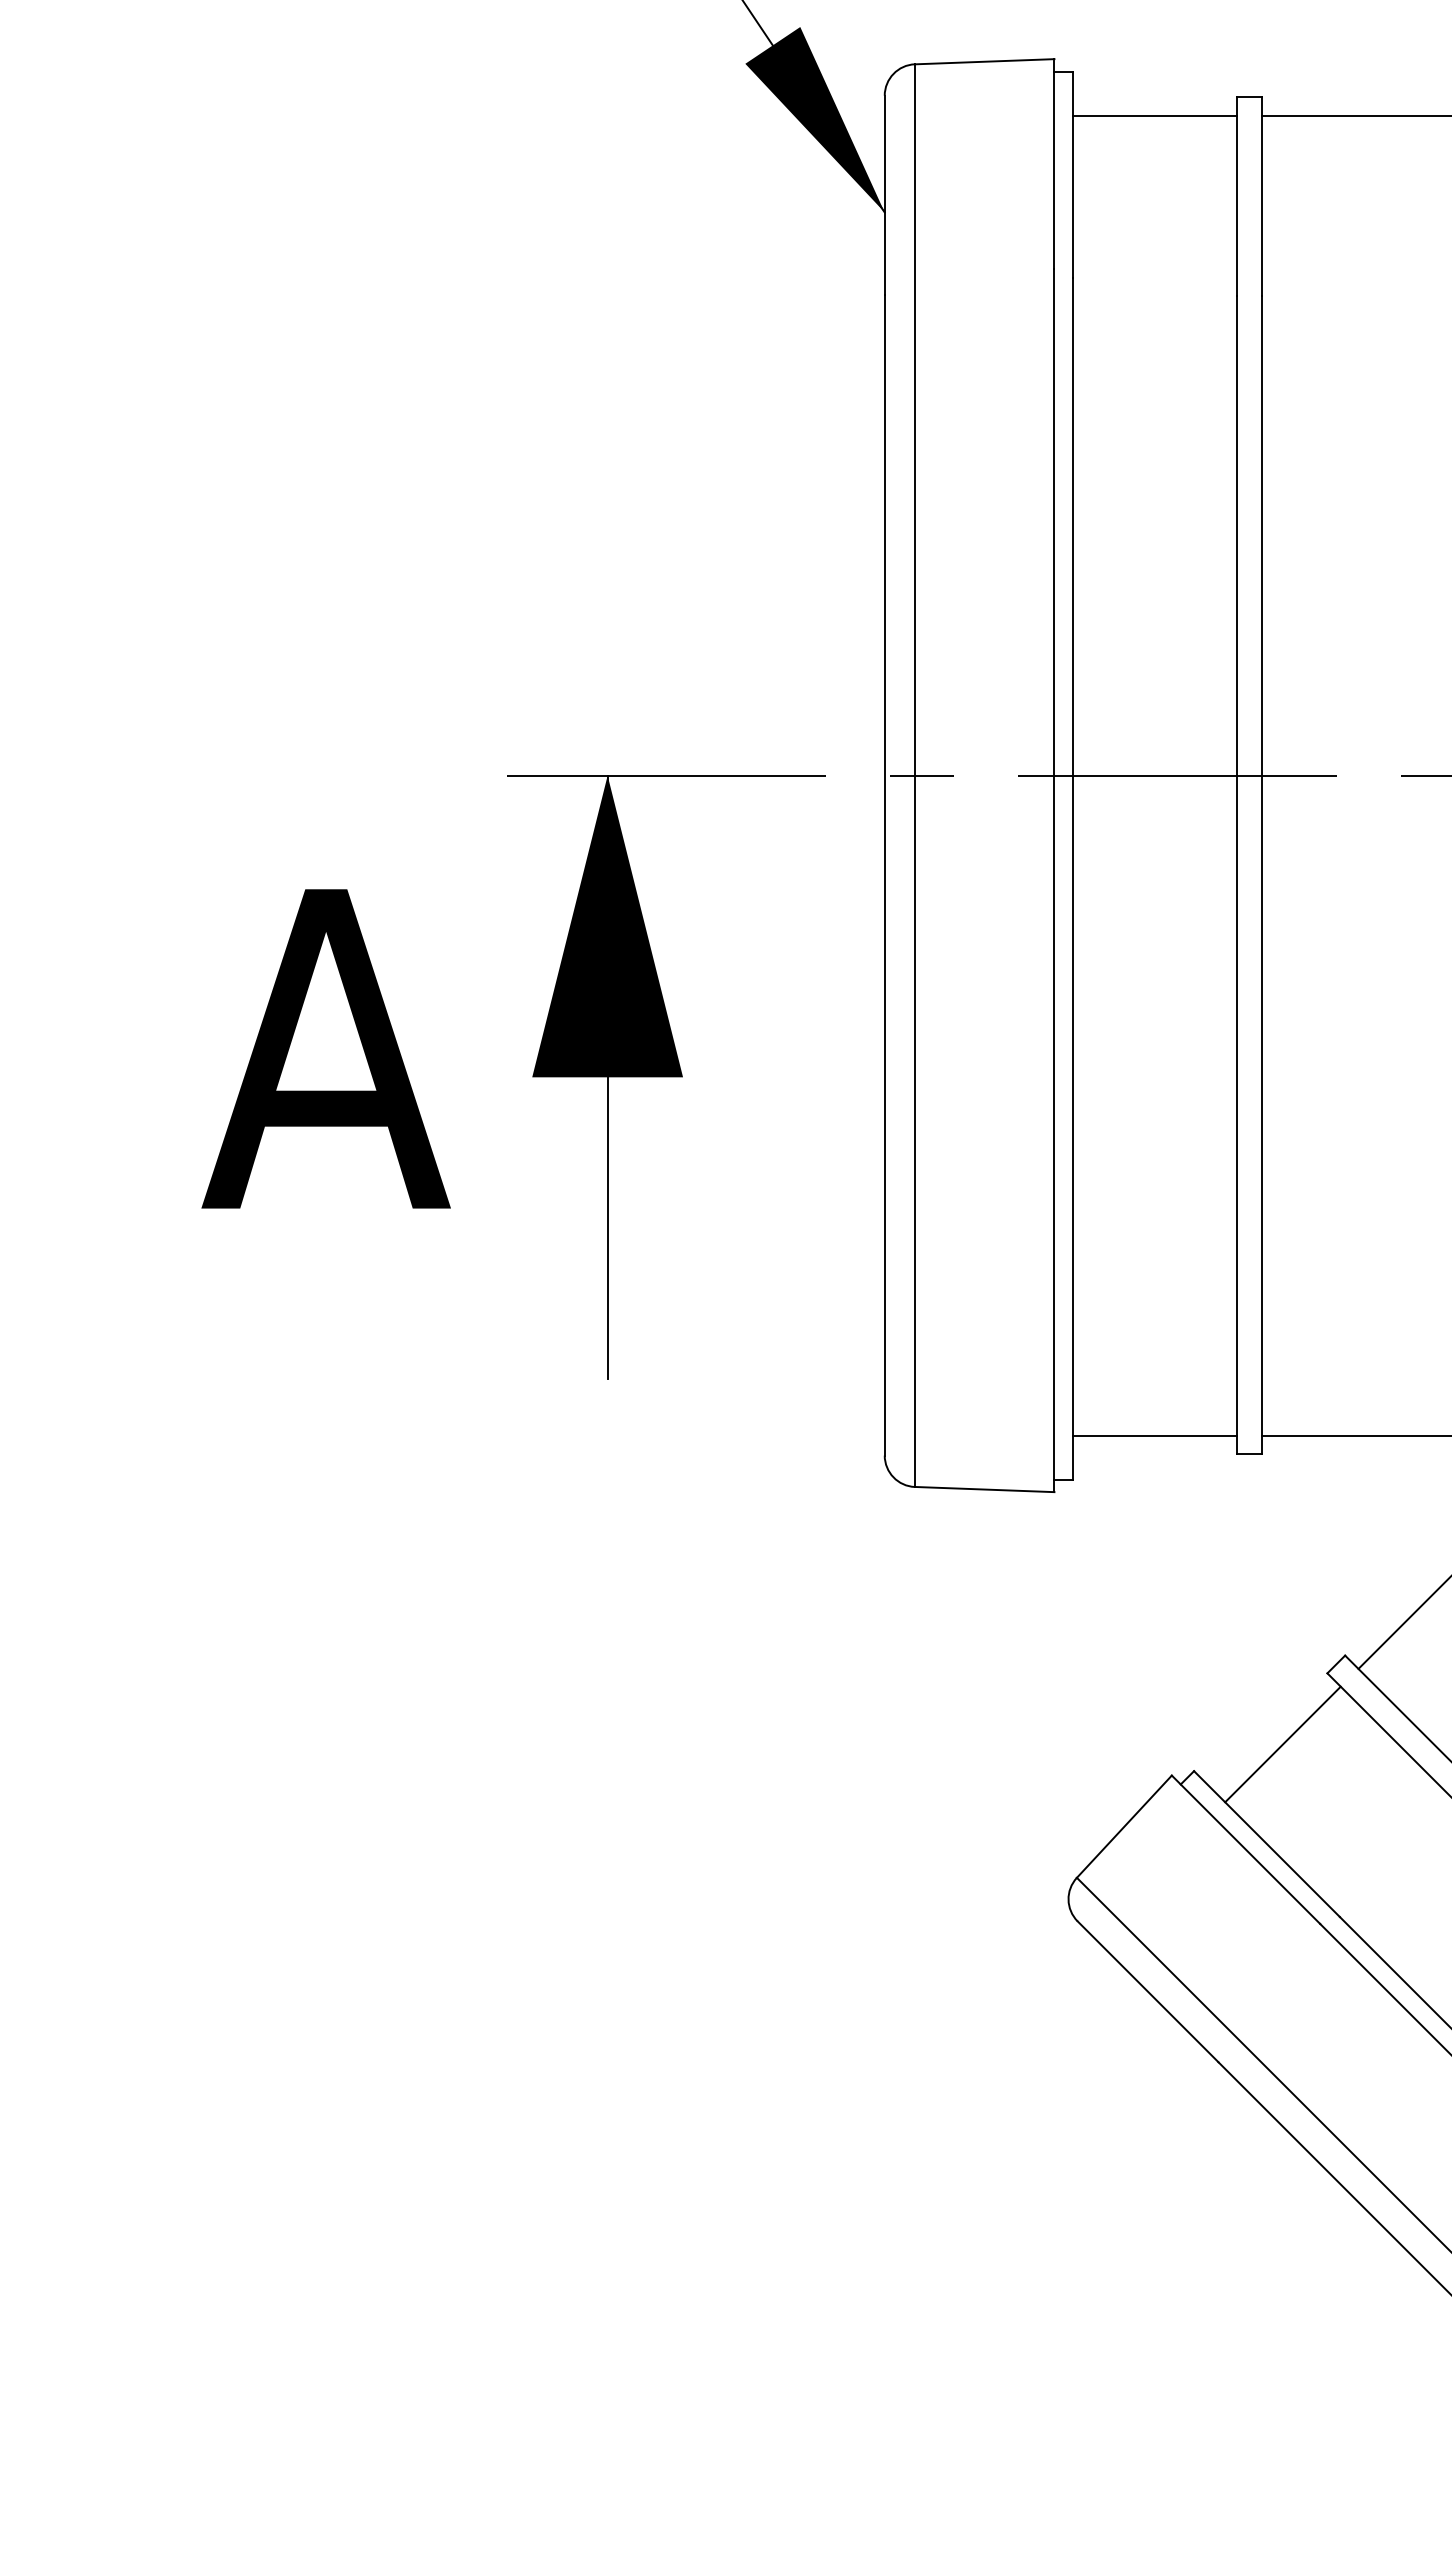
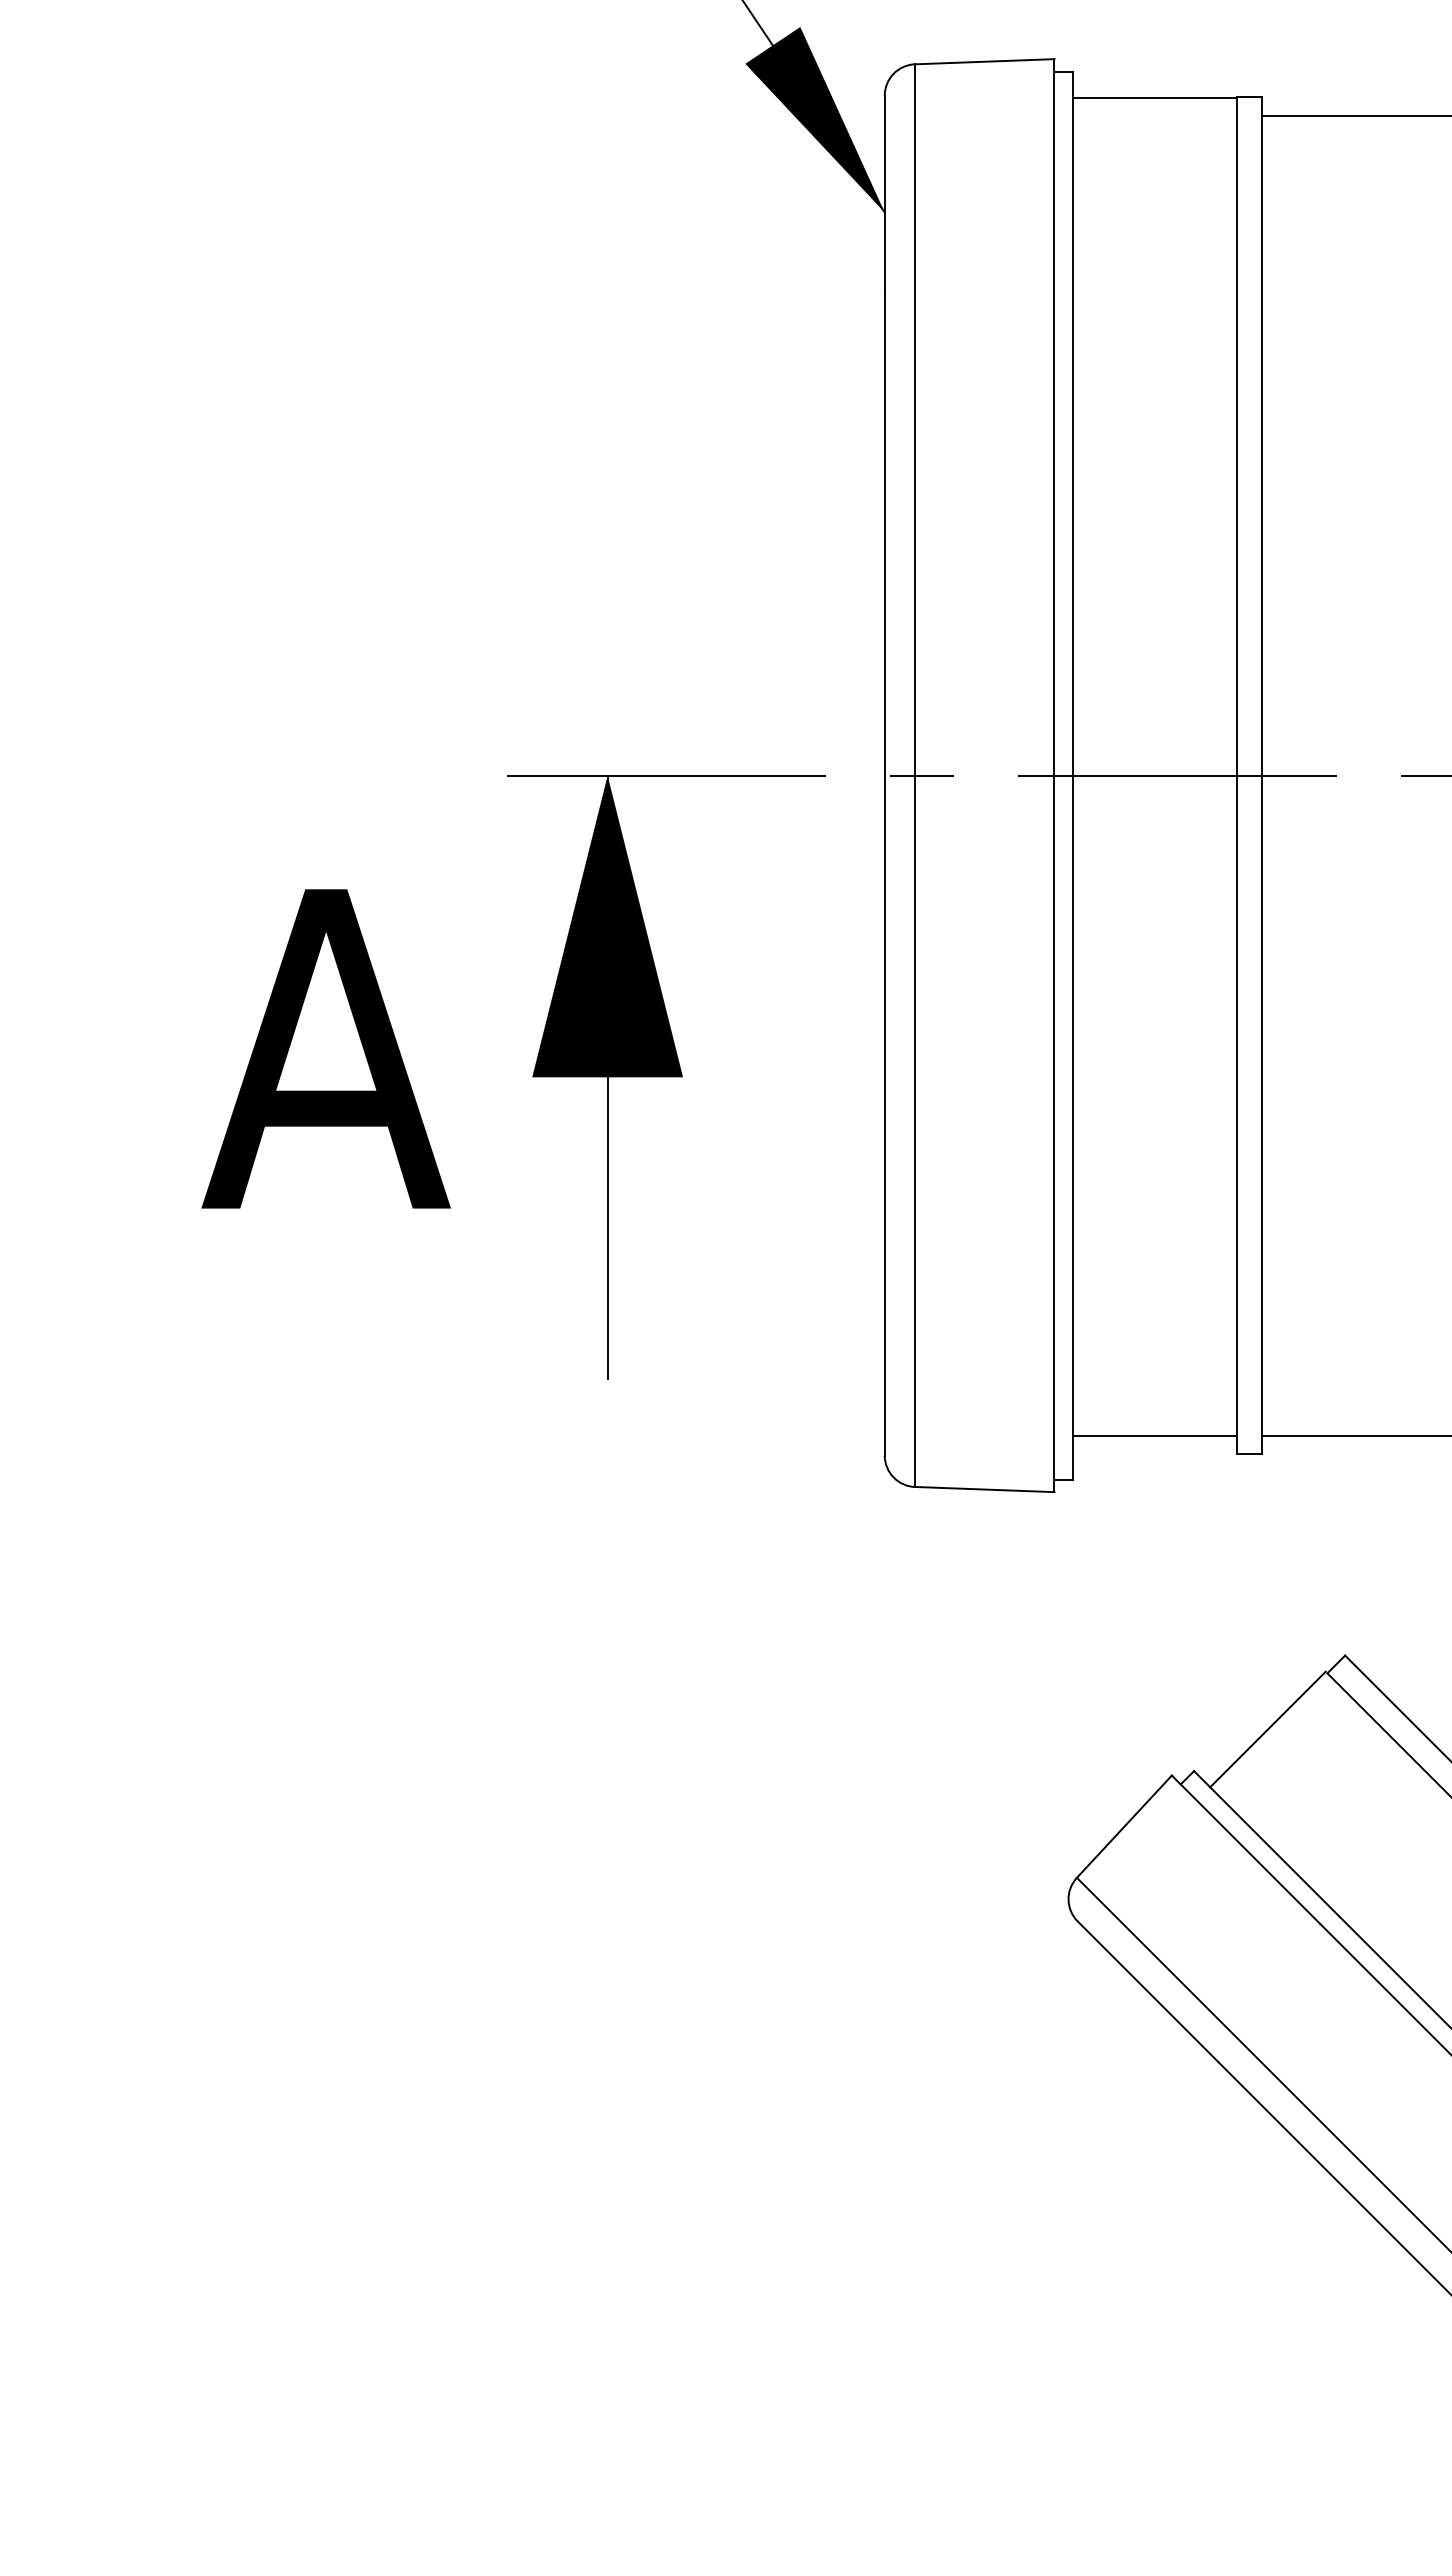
line at (1154, 115) position: (1154, 115) -> (1154, 97)
line at (1403, 1623): present -> none
line at (1282, 1744) position: (1282, 1744) -> (1267, 1729)
